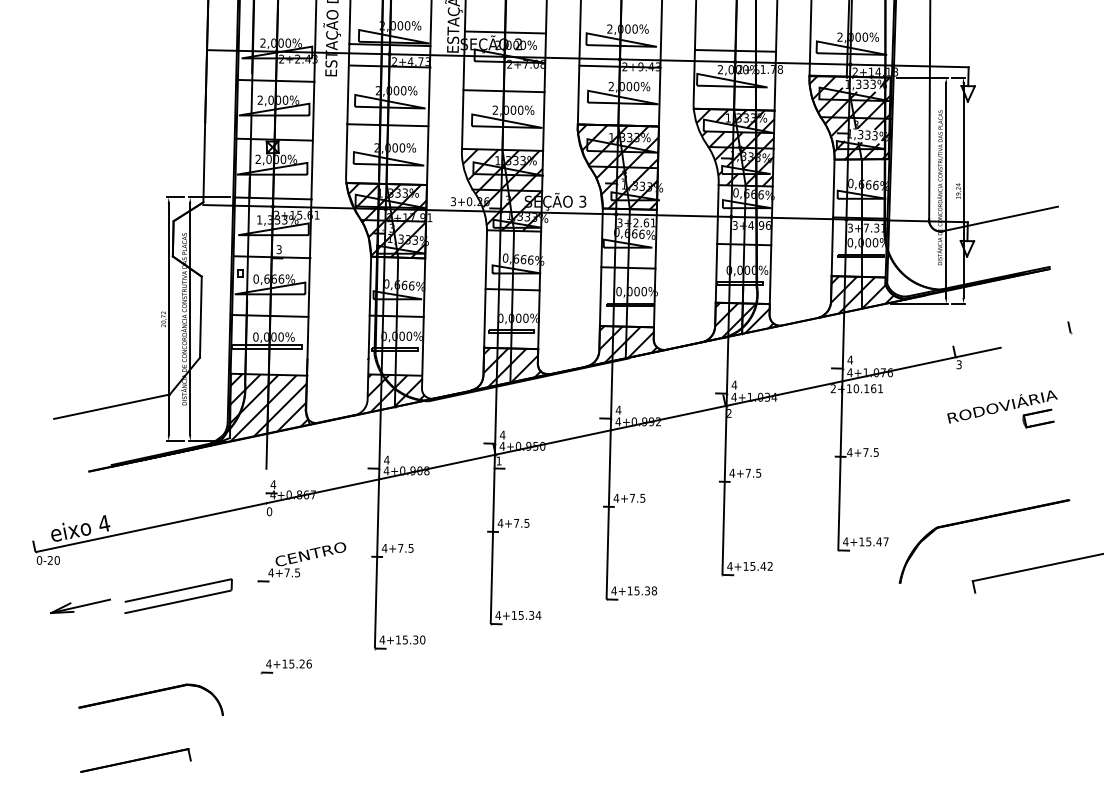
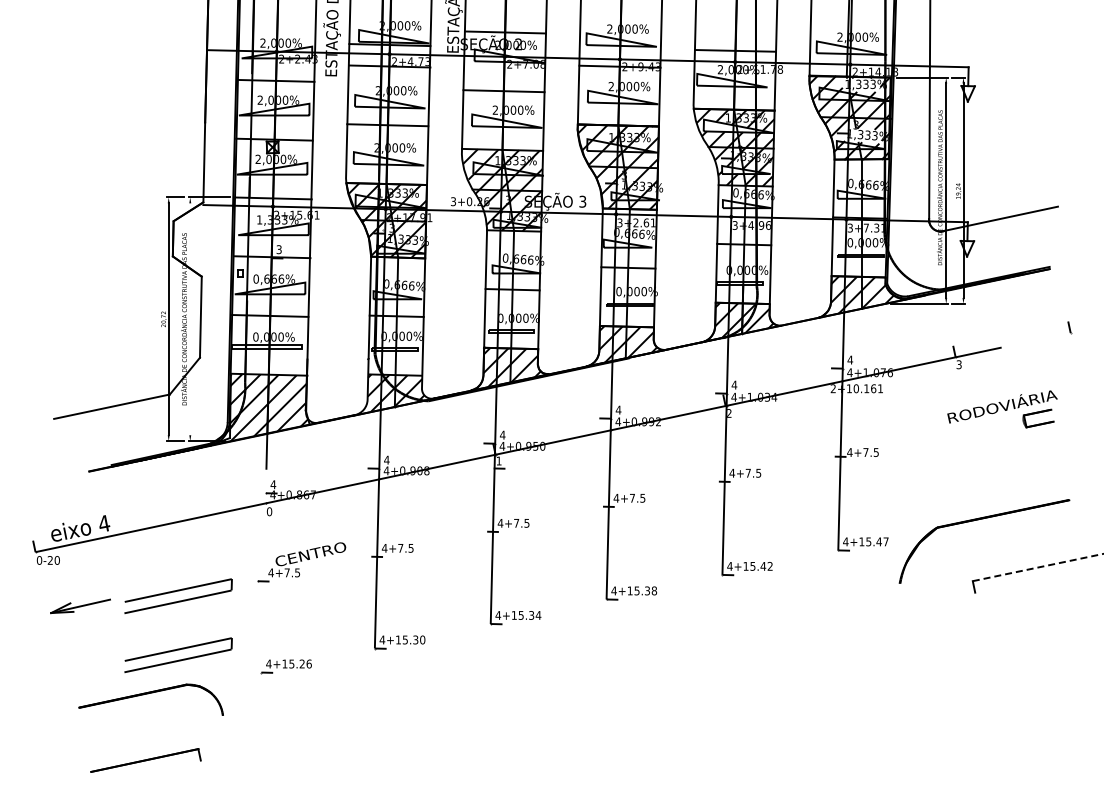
line at (190, 319): present -> none
line at (1038, 567): solid -> dashed
part at (178, 654): none -> present
part at (135, 760) position: (135, 760) -> (145, 760)
